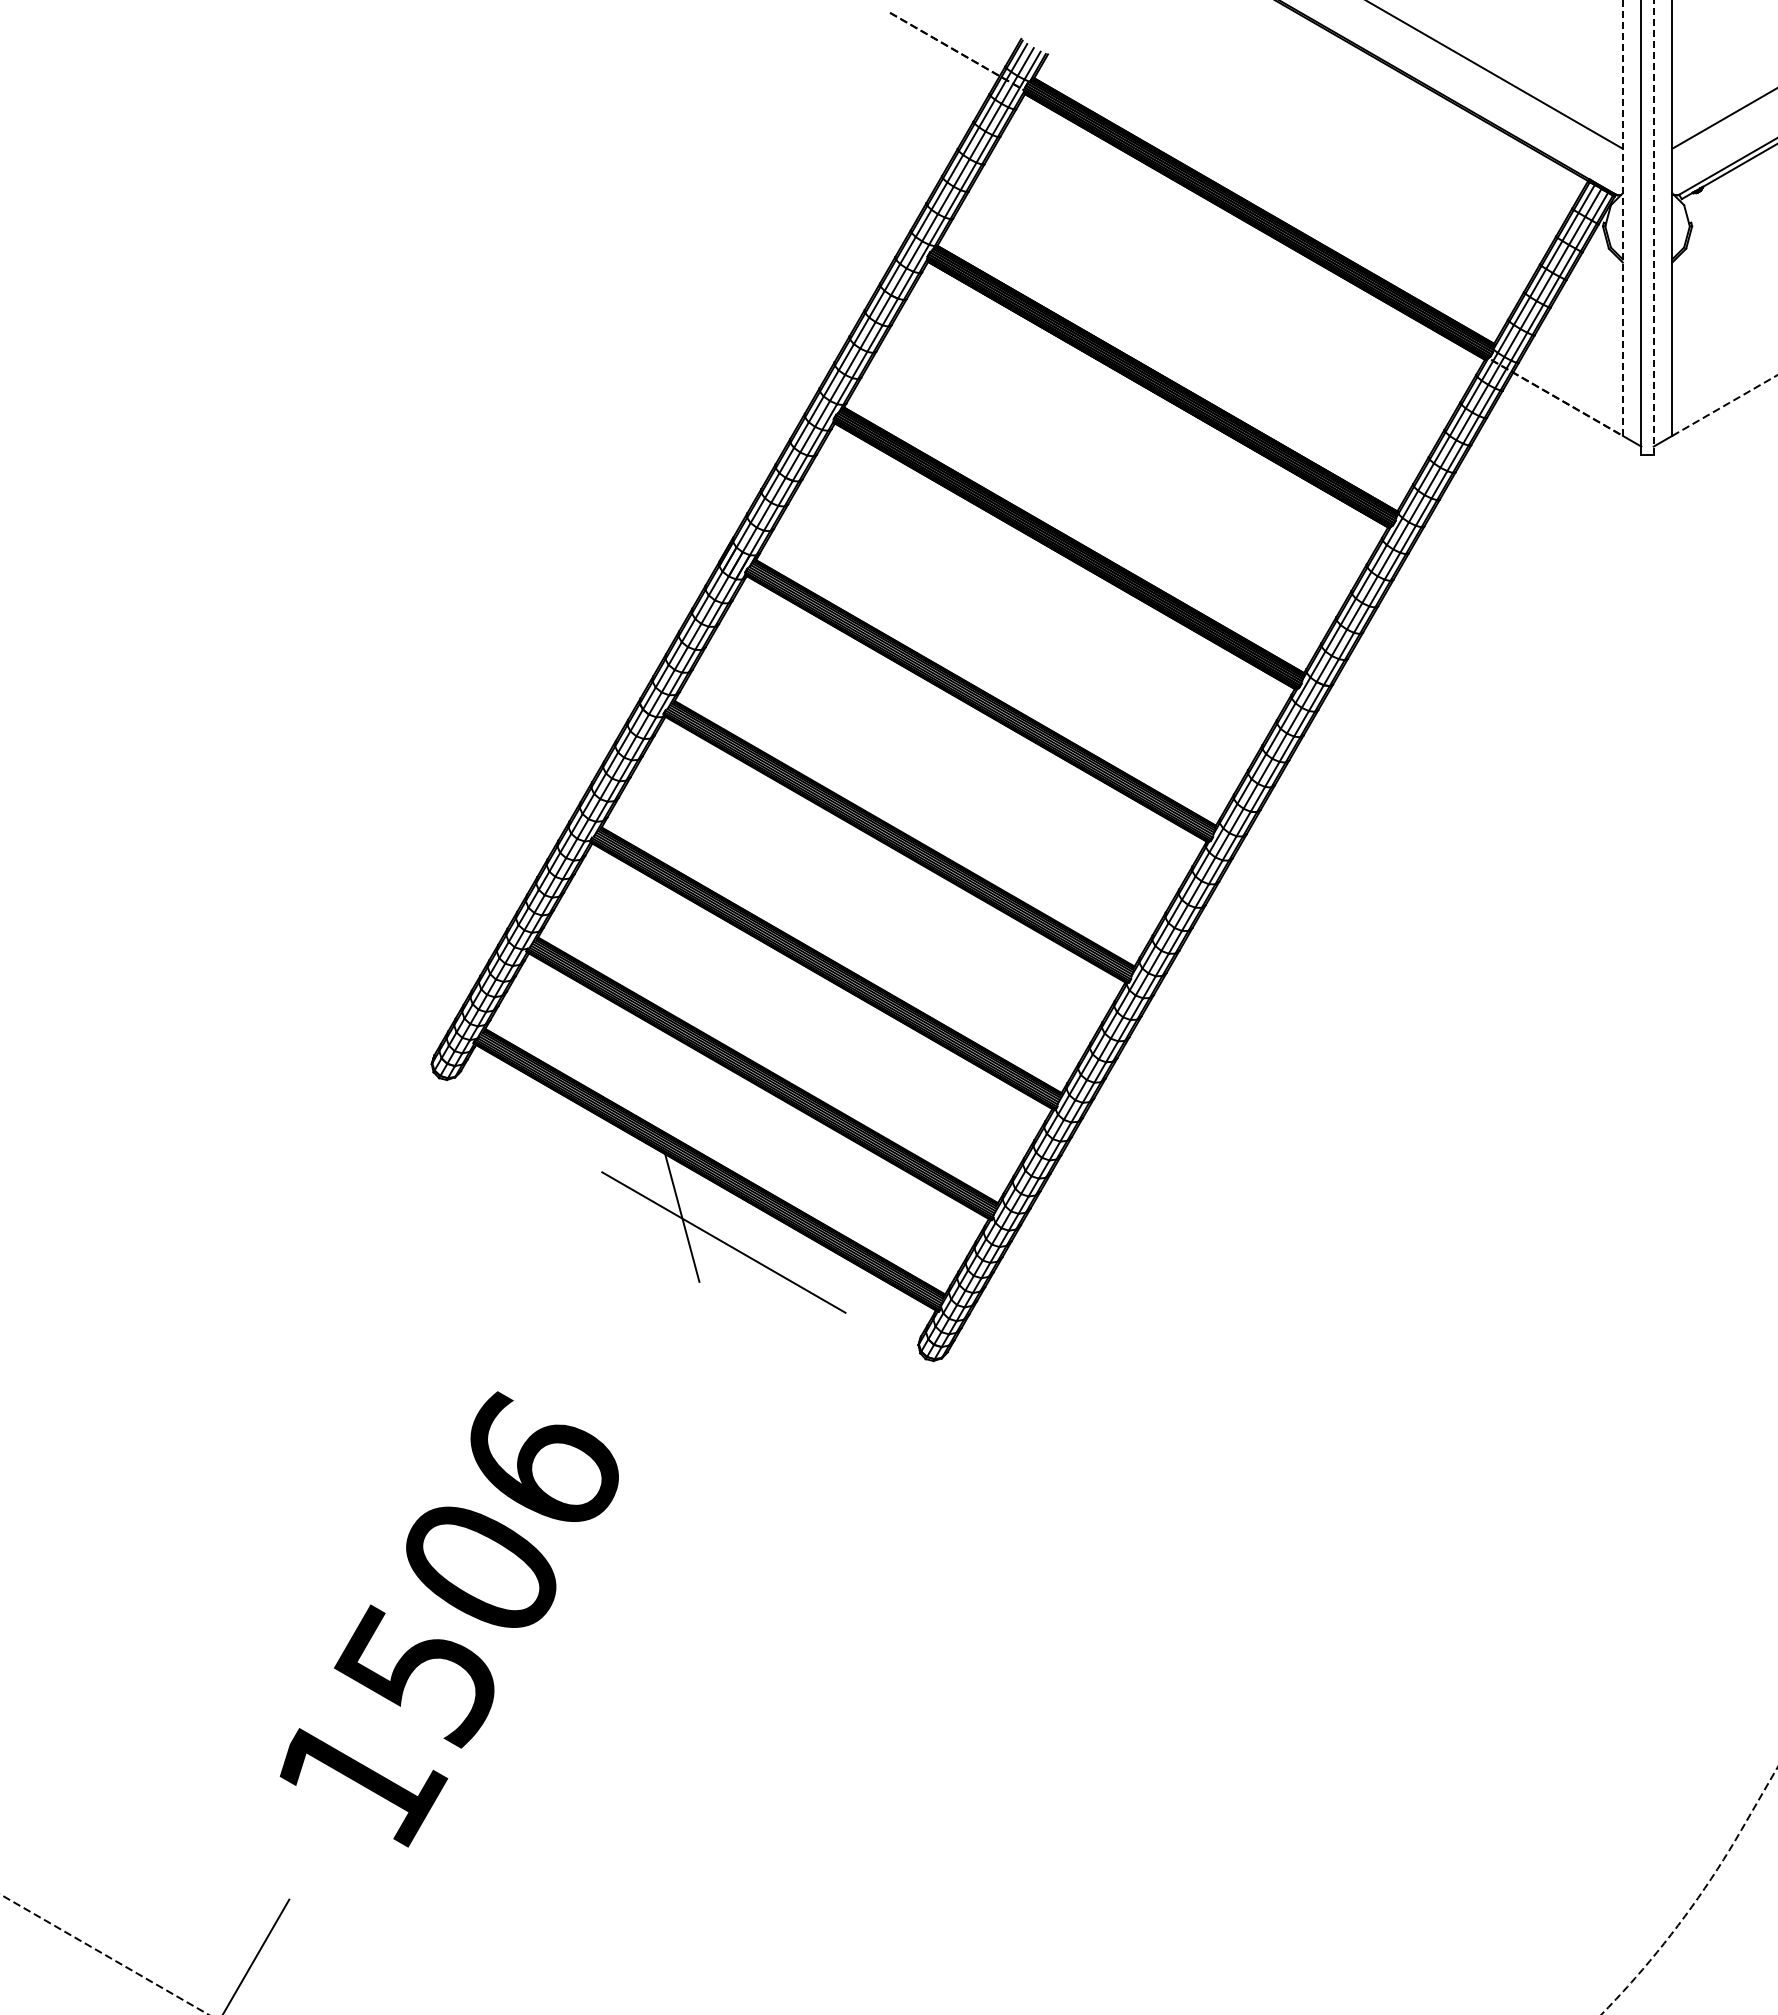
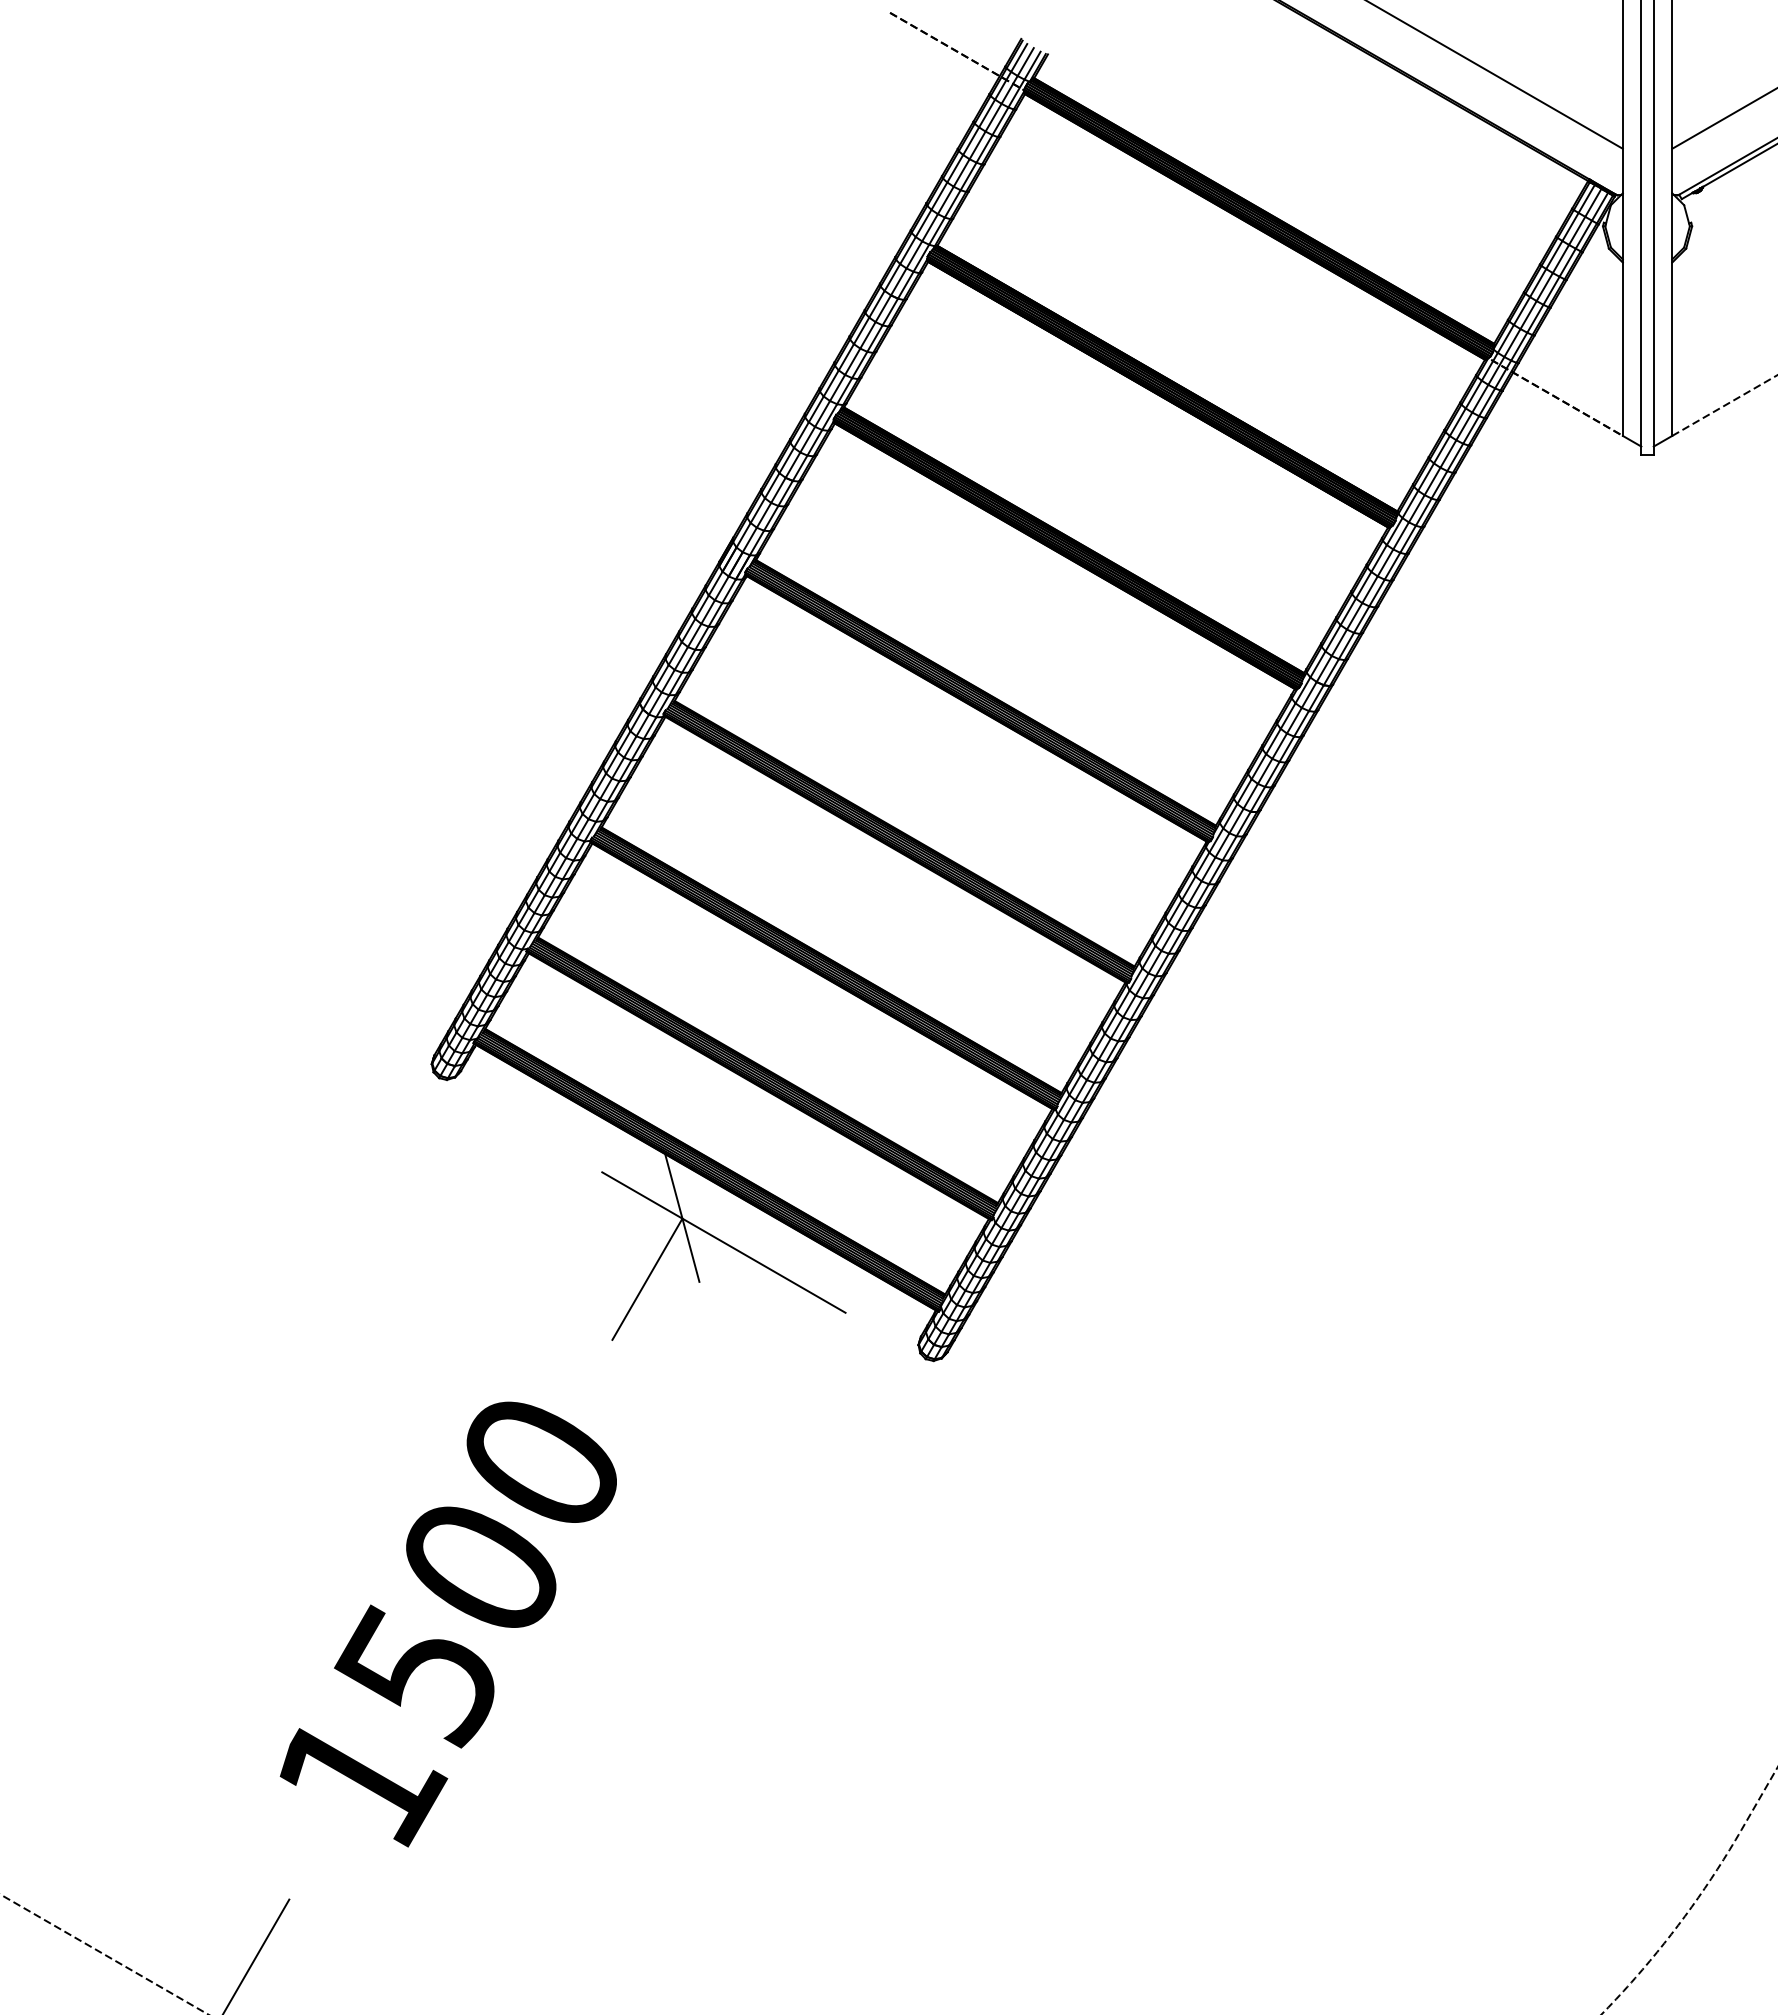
line at (1622, 218): dashed -> solid
line at (1653, 227): dashed -> solid
line at (647, 1278): none -> present
text at (542, 1456): 1506 -> 1500
